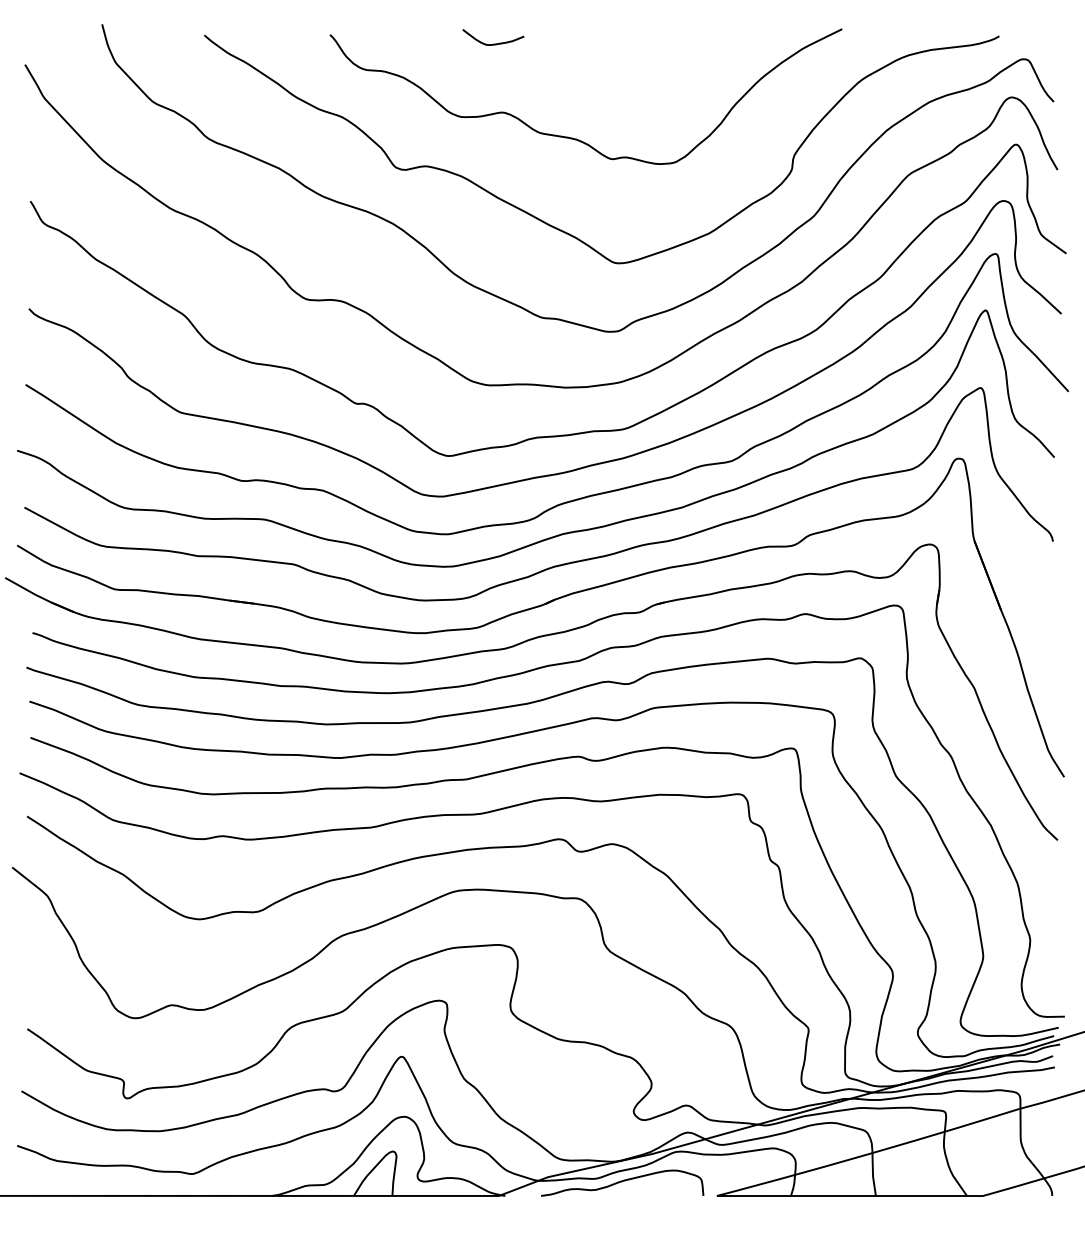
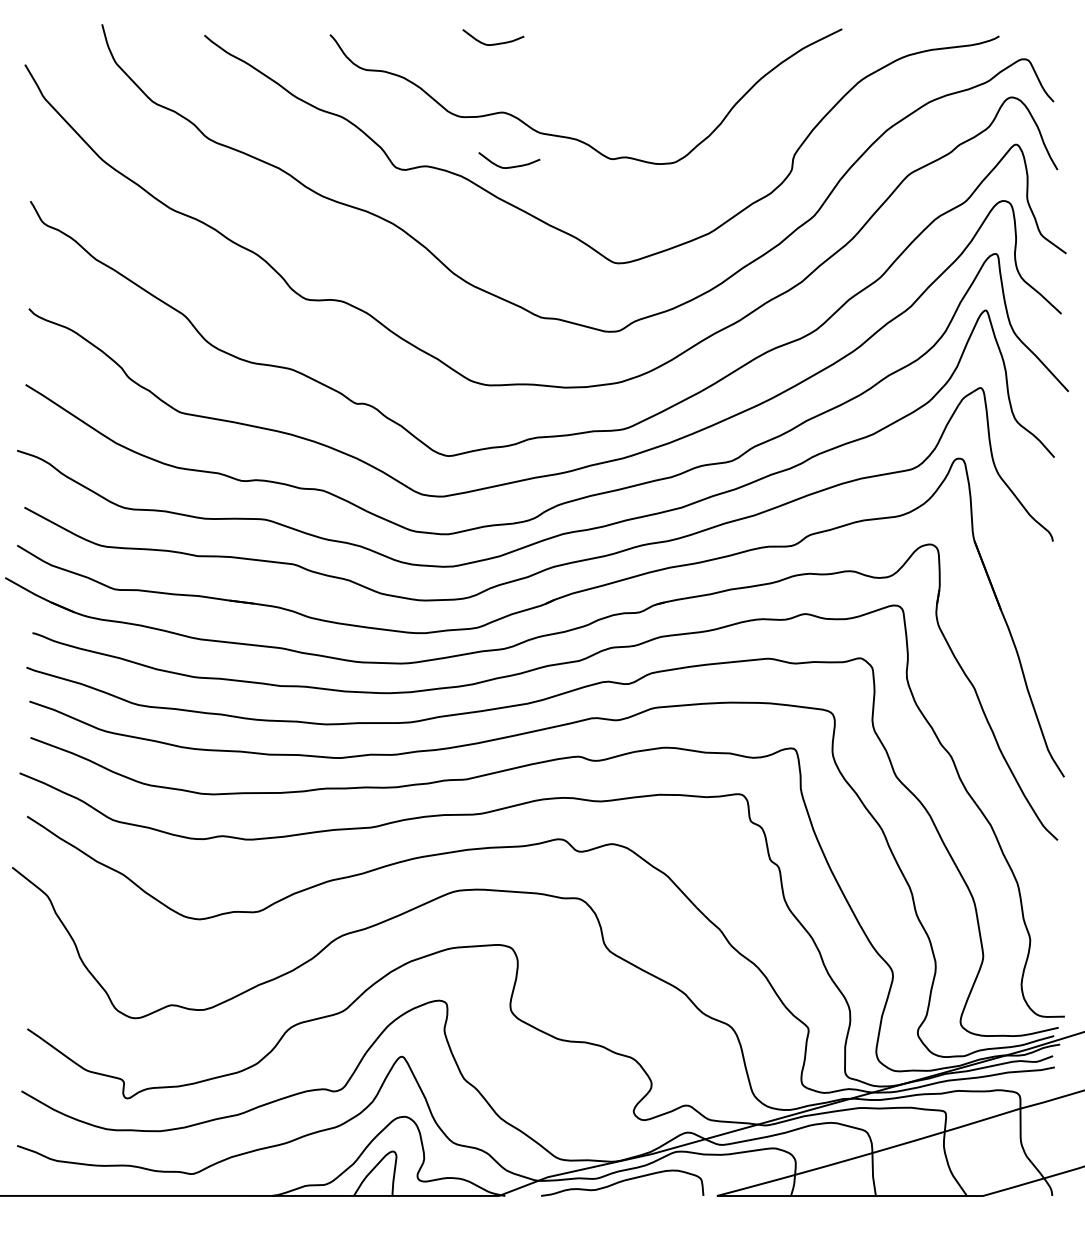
curve at (509, 166): none -> present
